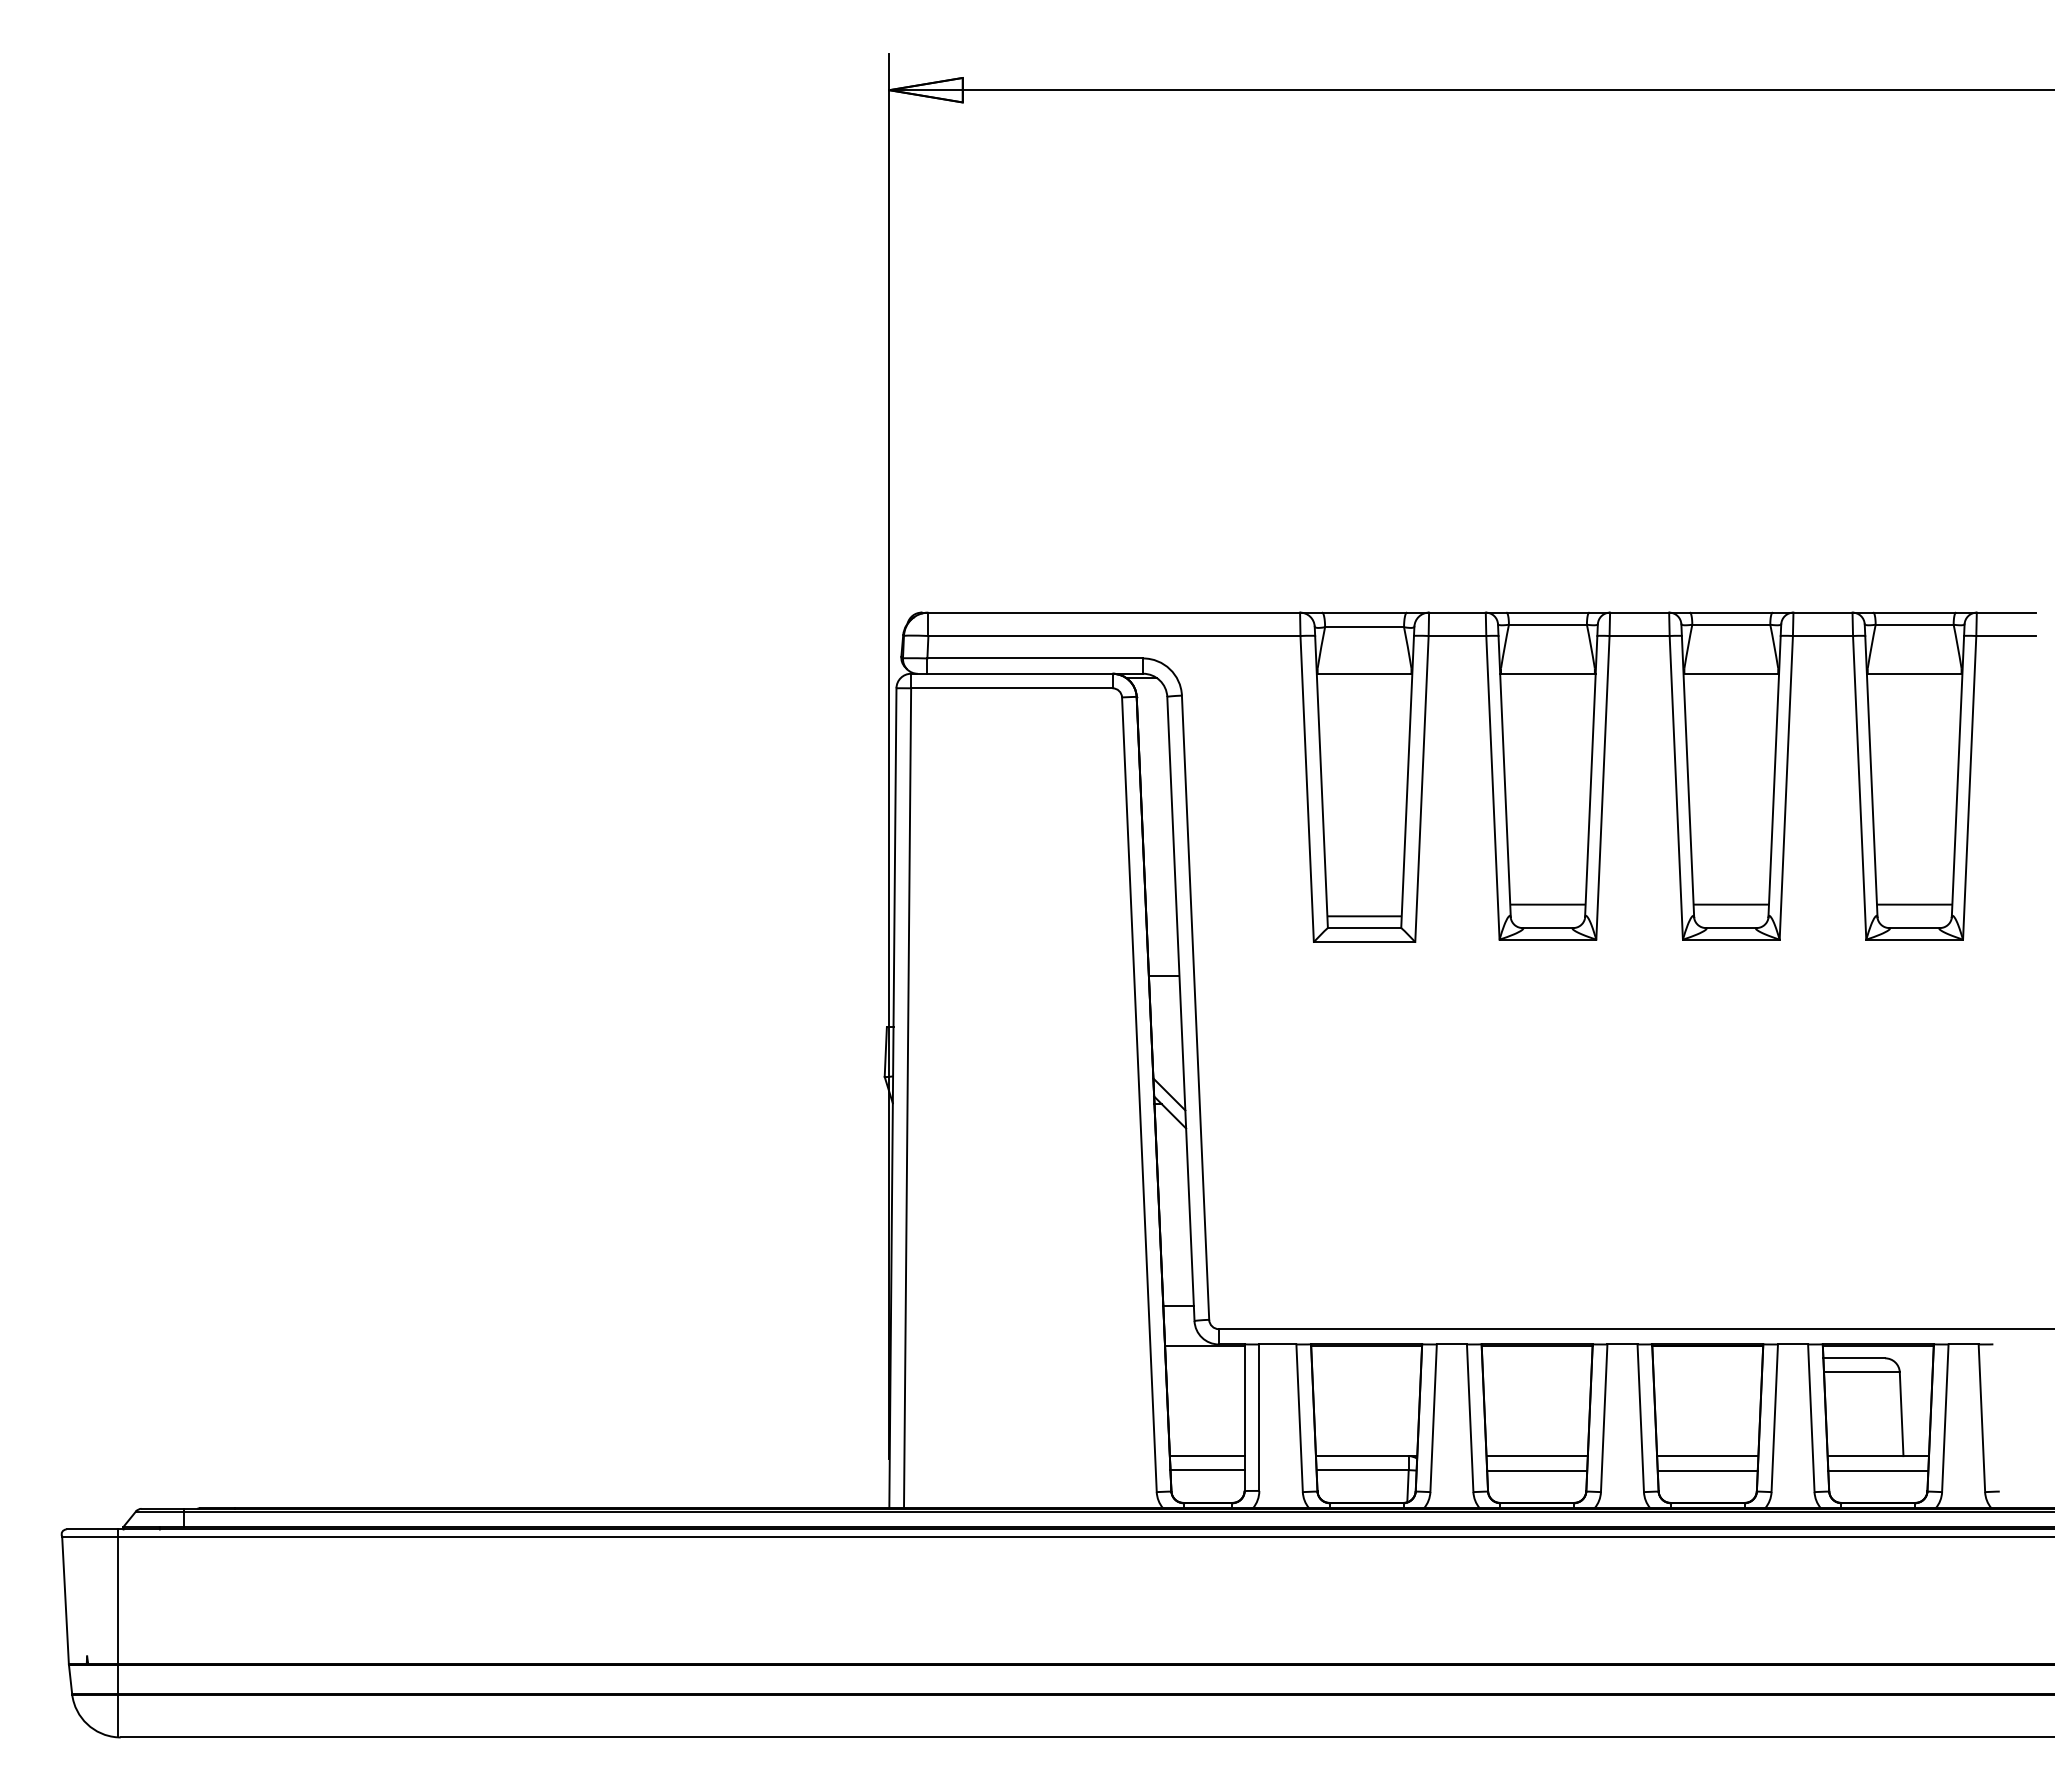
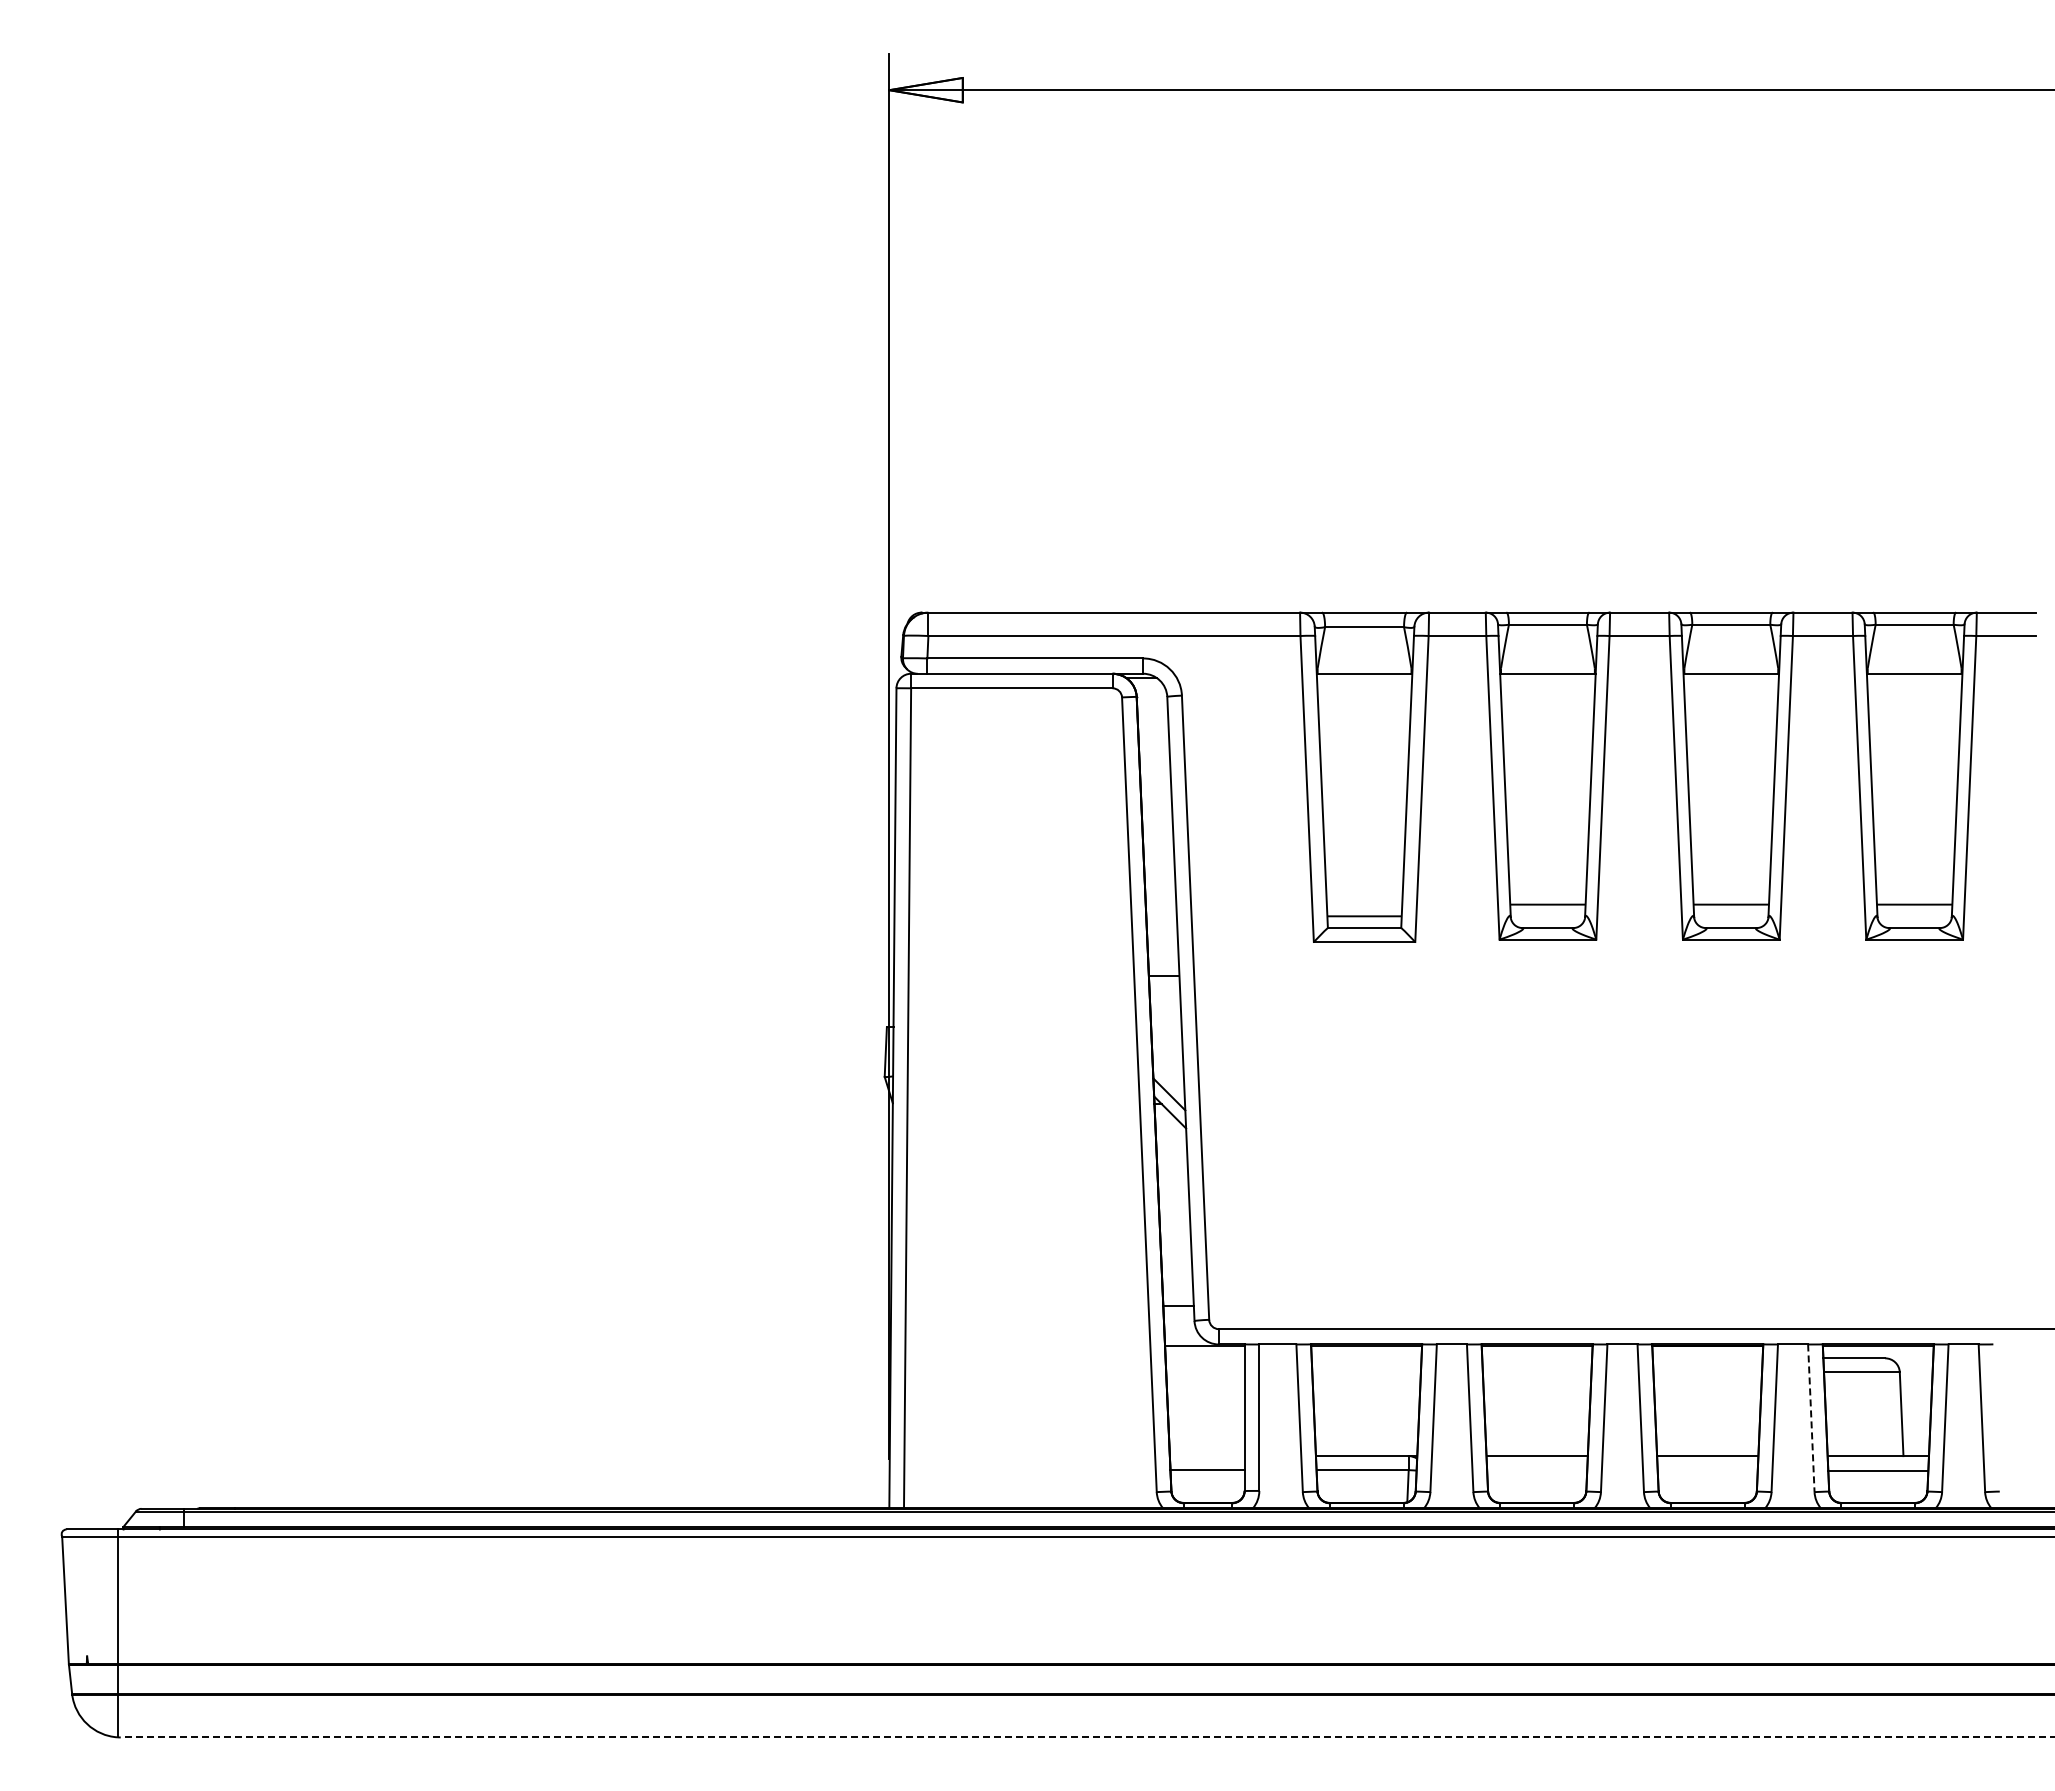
line at (1811, 1418): solid -> dashed
line at (1206, 1456): present -> none
line at (1537, 1471): present -> none
line at (1707, 1471): present -> none
line at (1087, 1737): solid -> dashed
